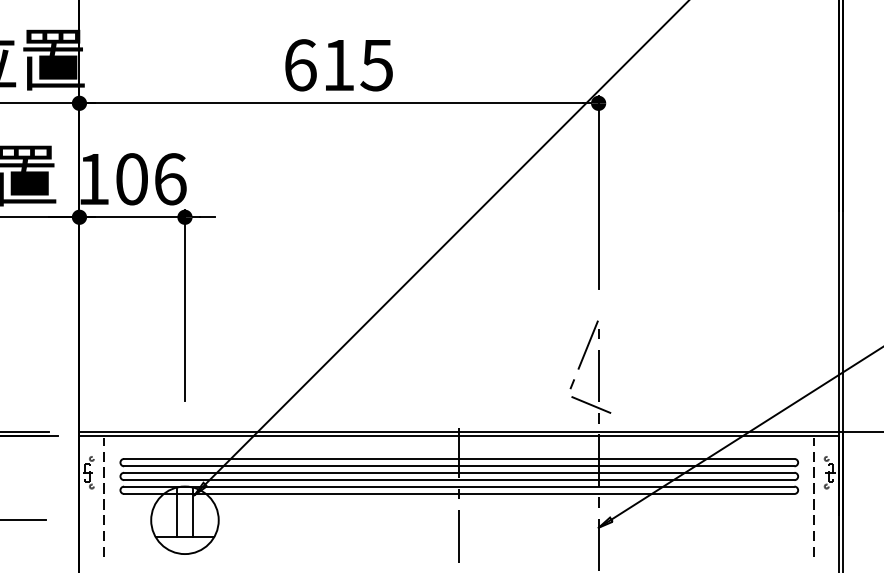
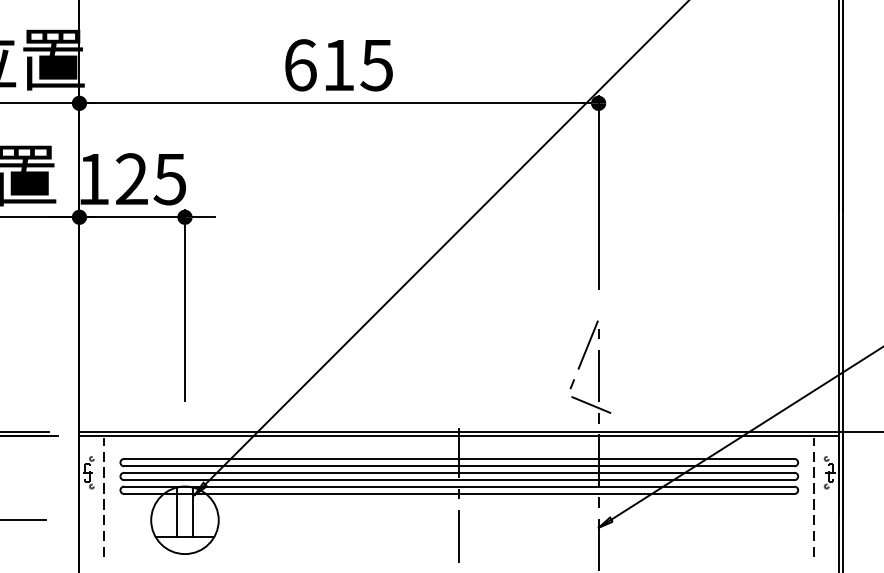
text at (151, 179): 106 -> 125
